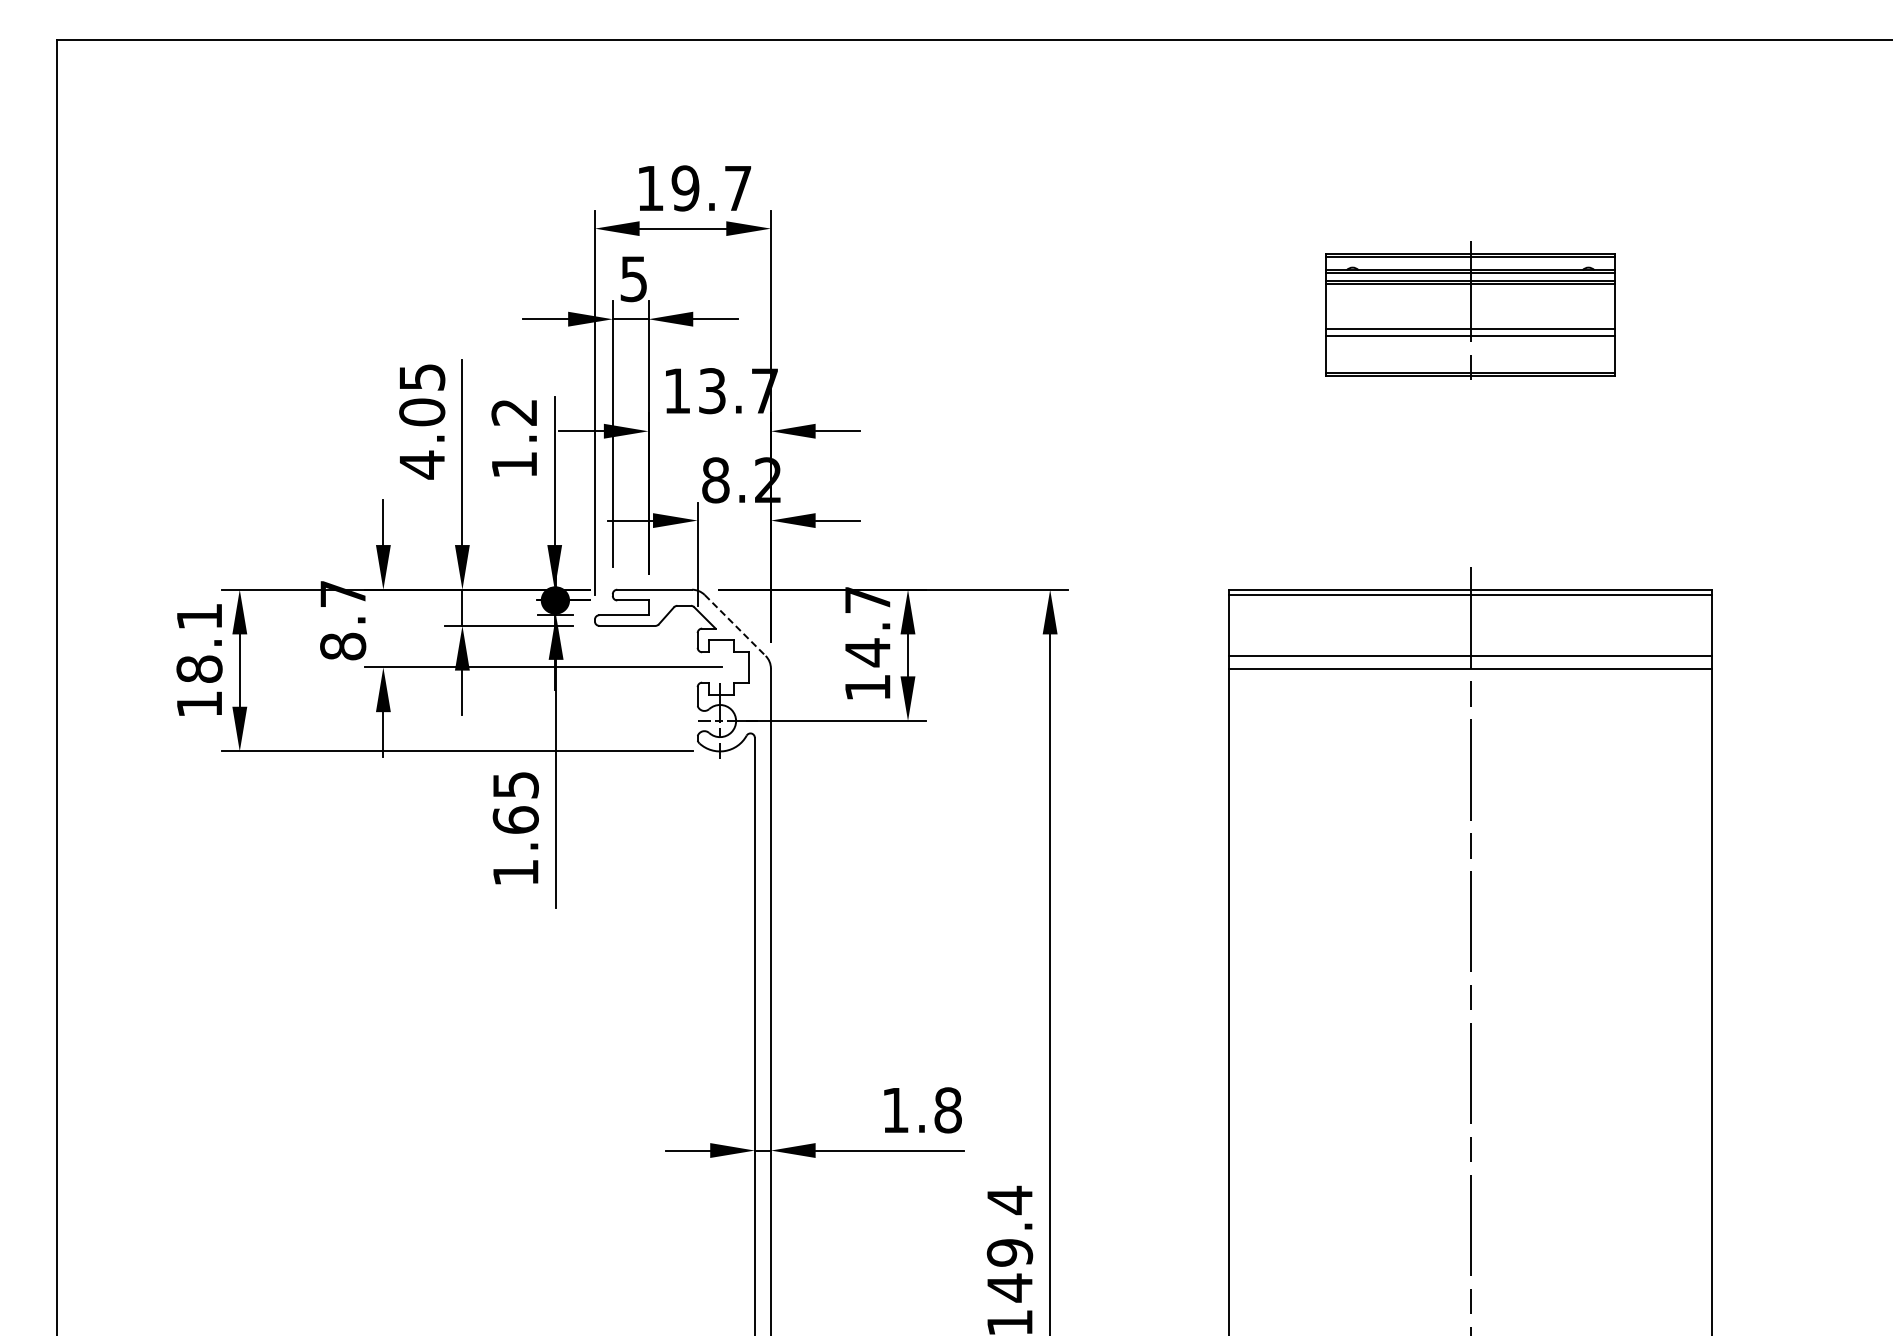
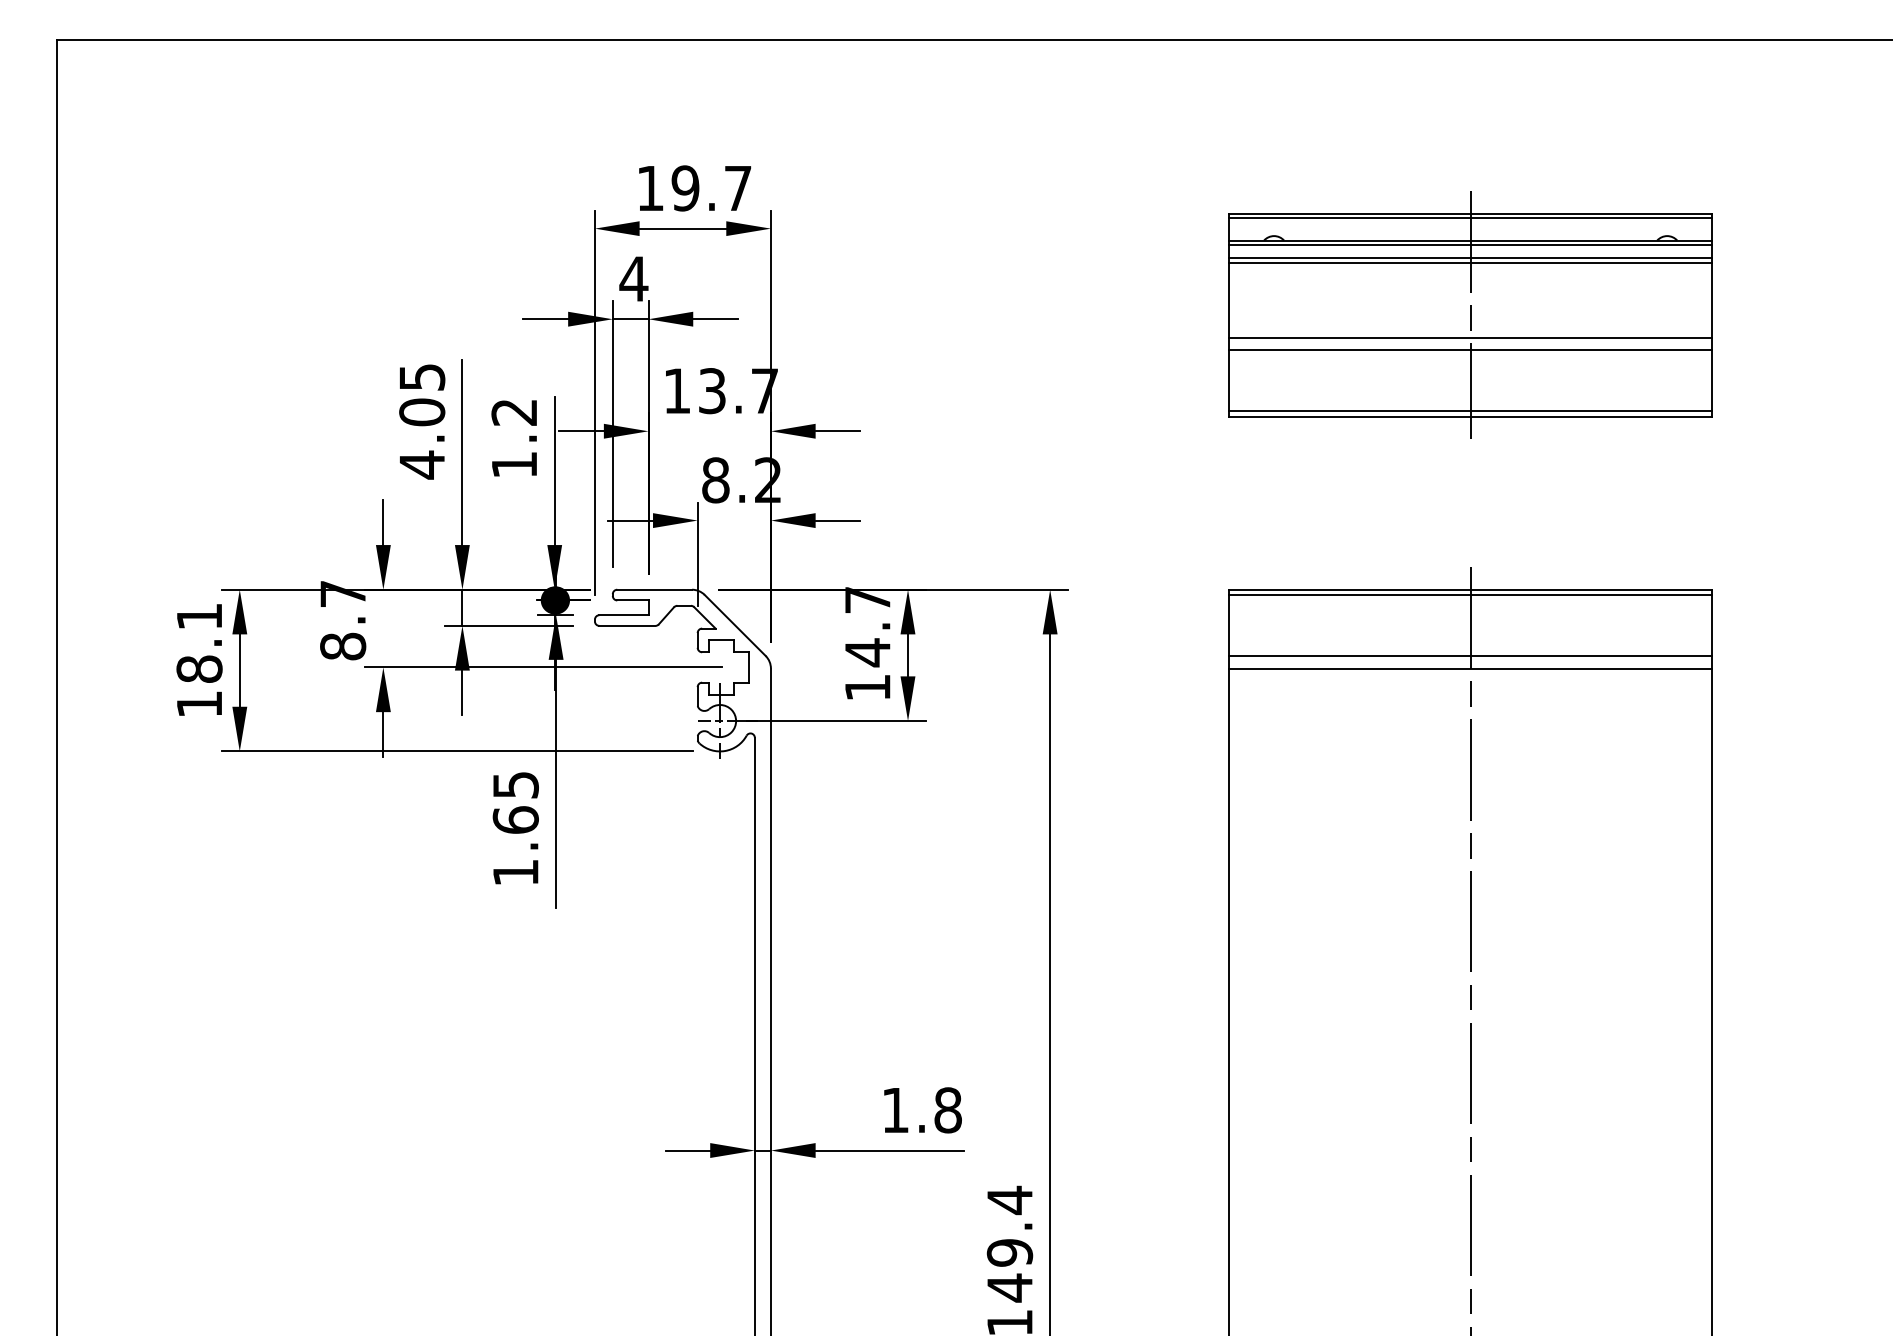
text at (633, 279): 5 -> 4
part at (1470, 310) size: 291x139 px -> 485x248 px
line at (735, 625): dashed -> solid
